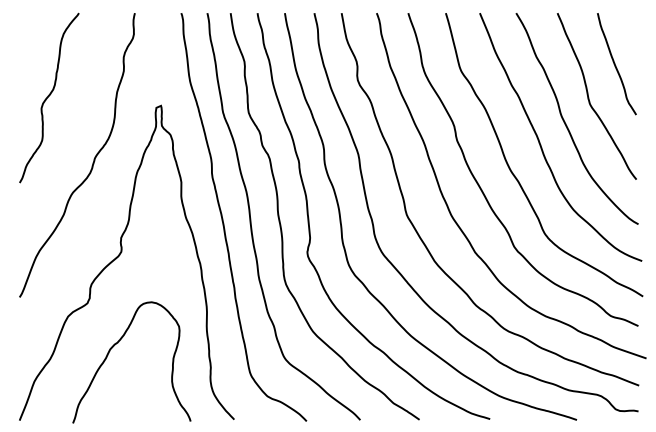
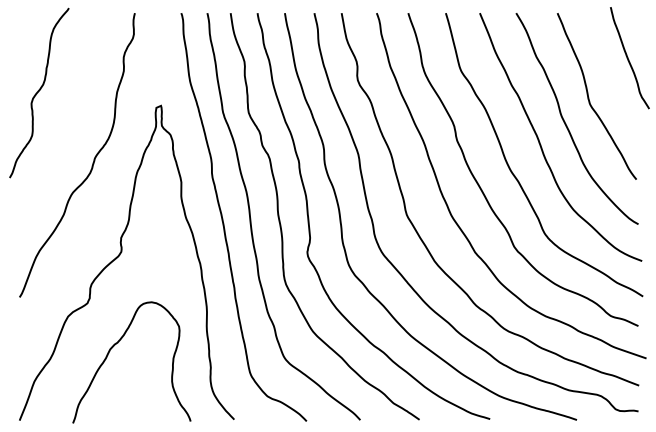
curve at (615, 64) position: (615, 64) -> (628, 58)
curve at (49, 96) position: (49, 96) -> (39, 91)
